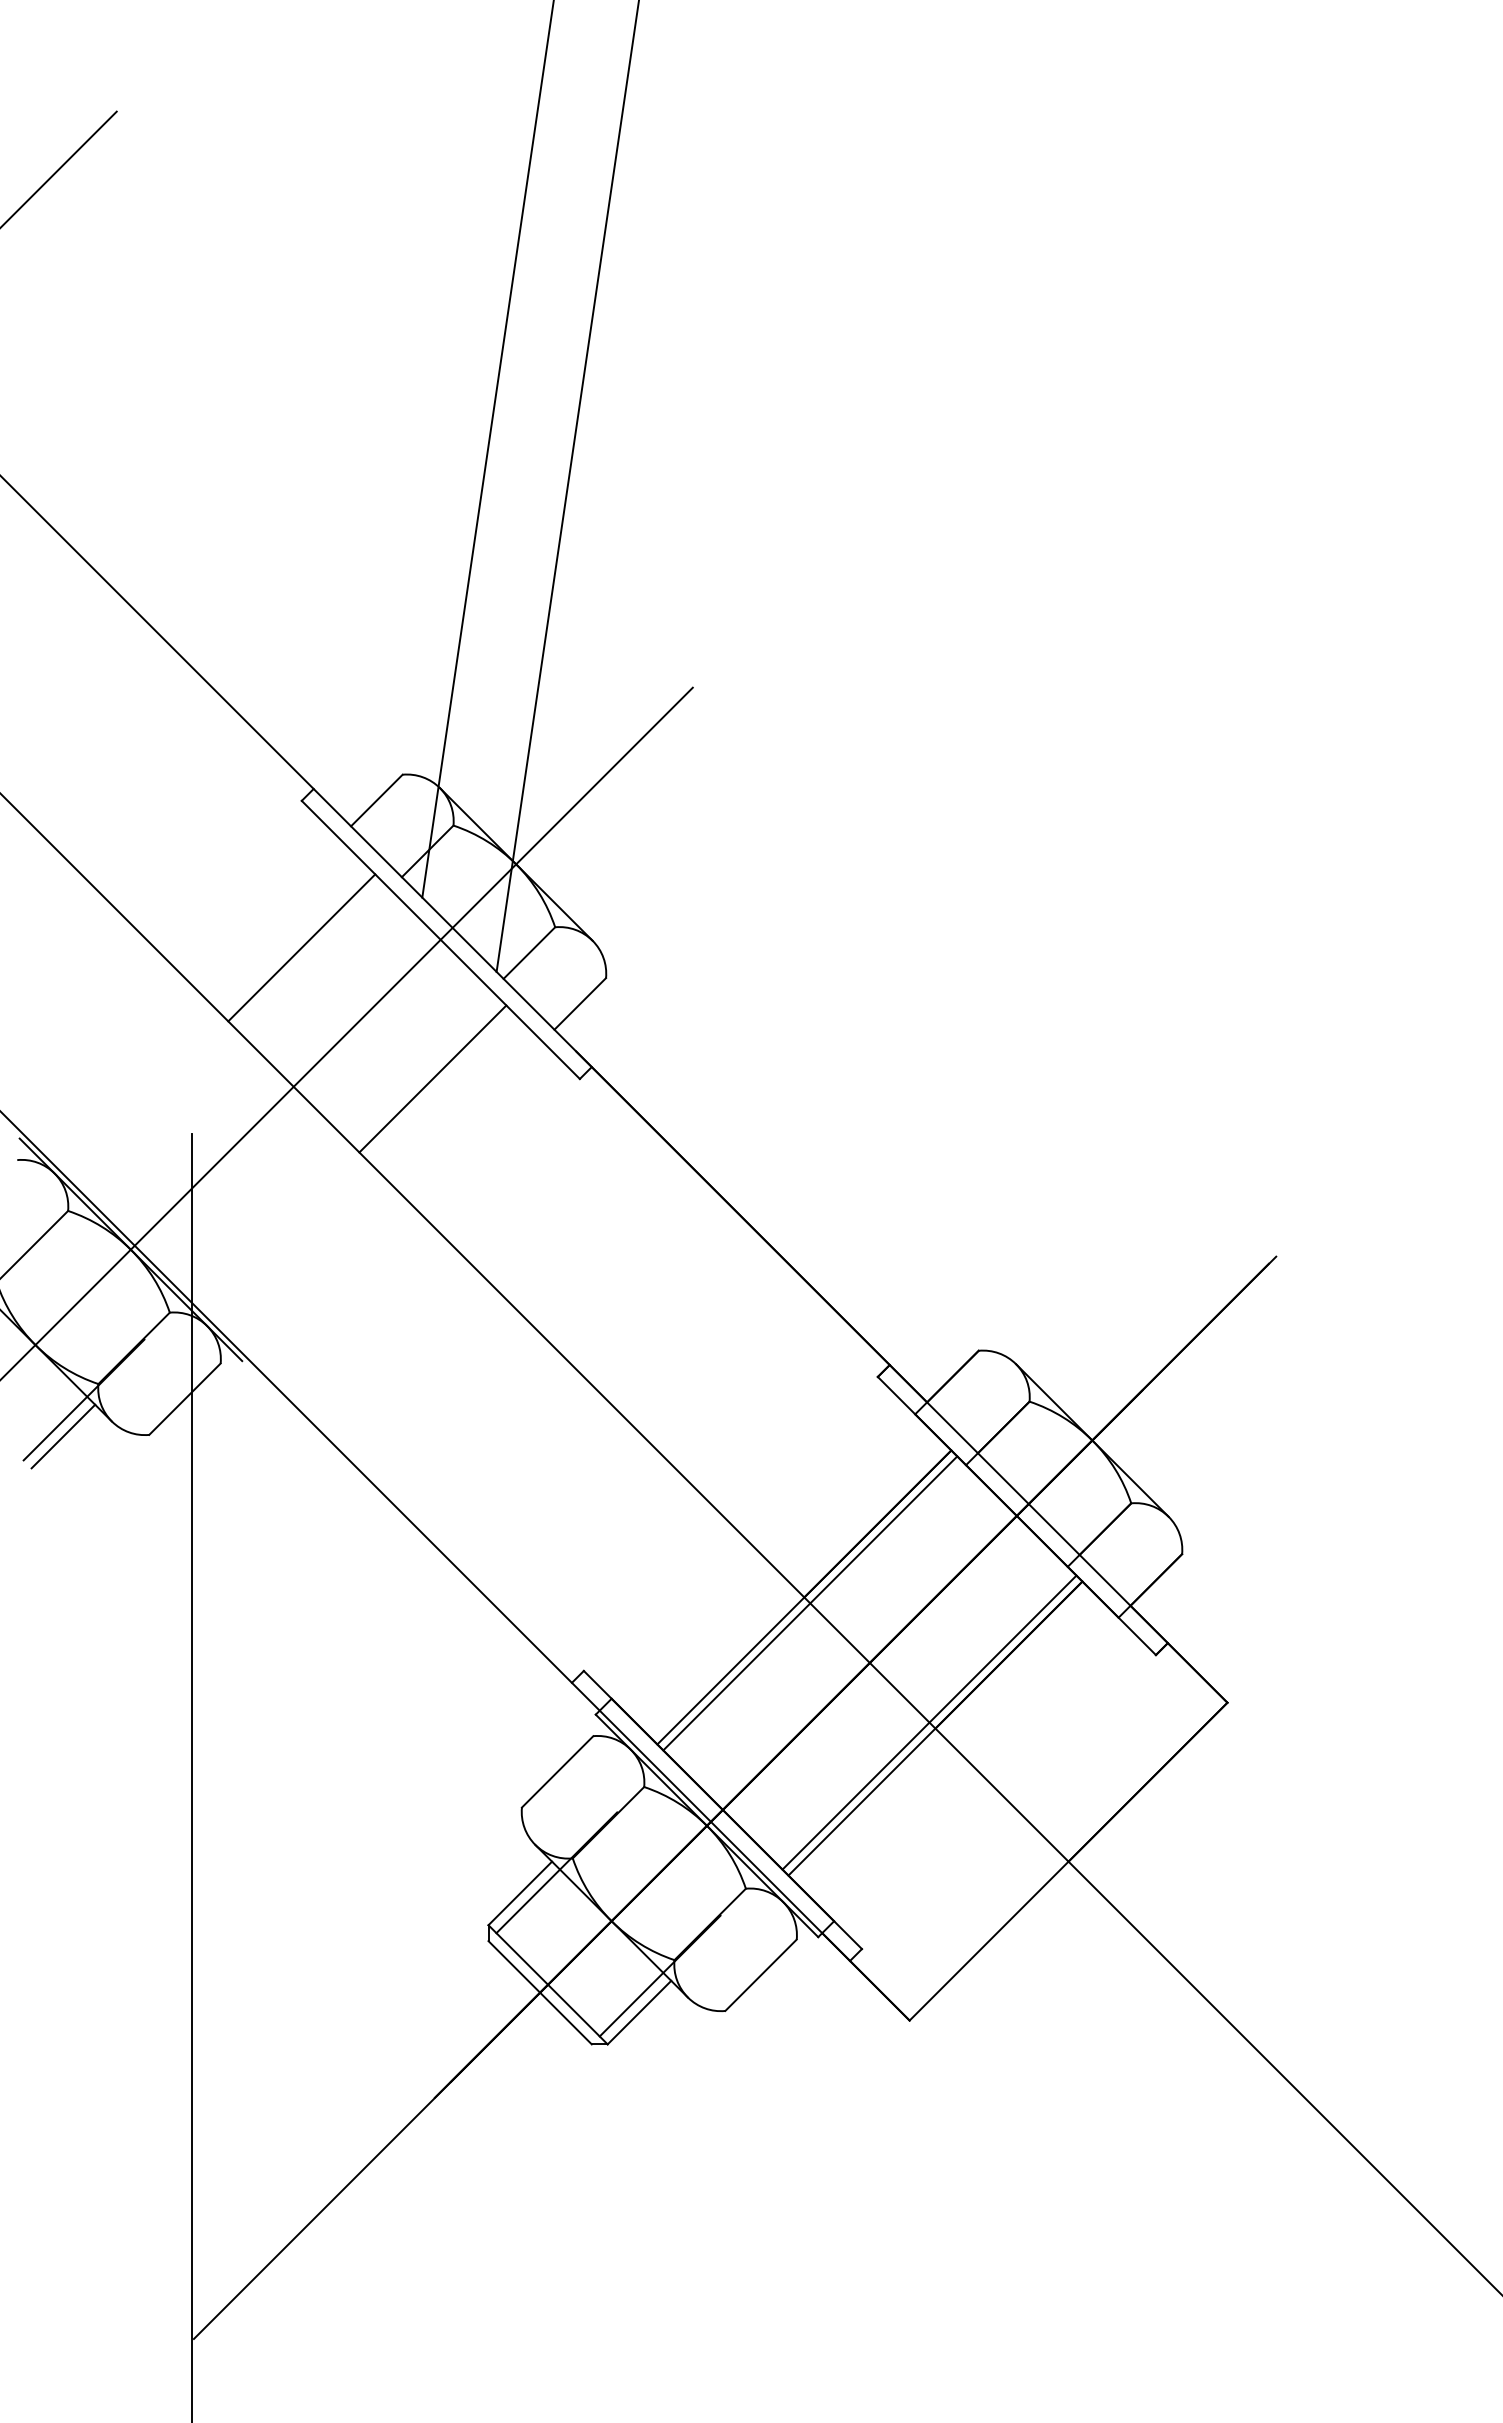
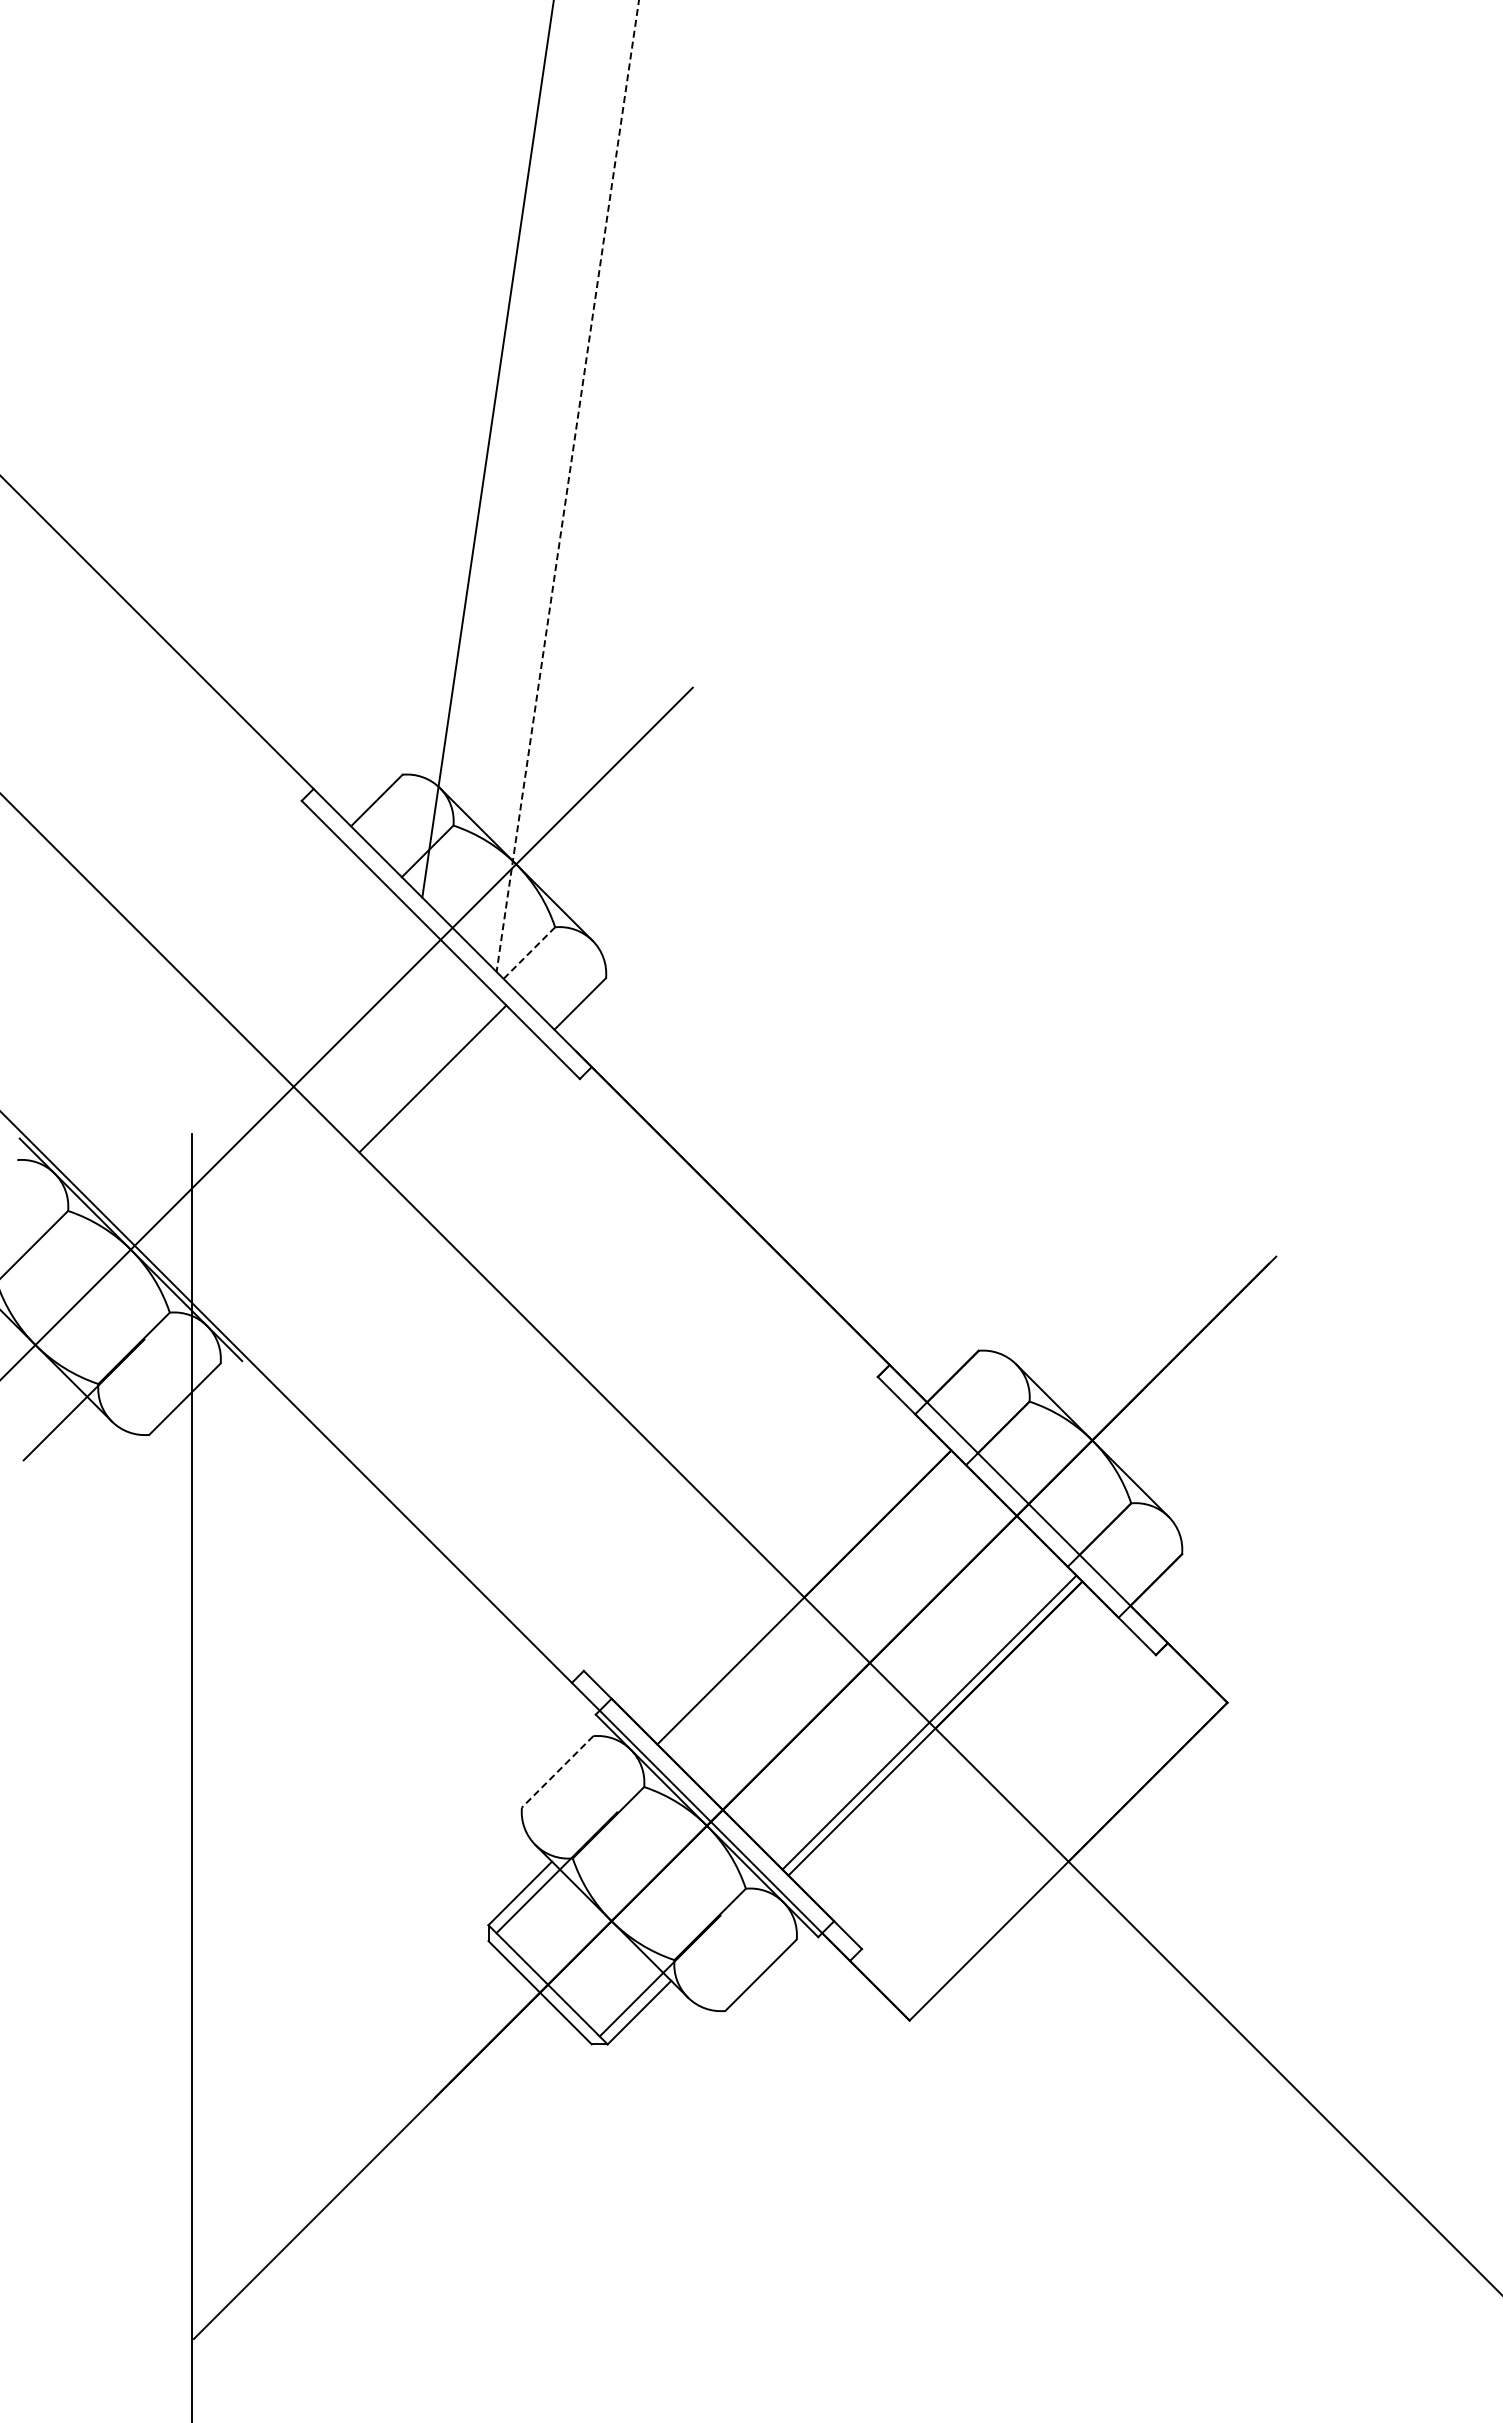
line at (59, 168): present -> none
line at (567, 486): solid -> dashed
line at (301, 947): present -> none
line at (529, 952): solid -> dashed
line at (63, 1436): present -> none
line at (810, 1603): present -> none
line at (557, 1772): solid -> dashed
